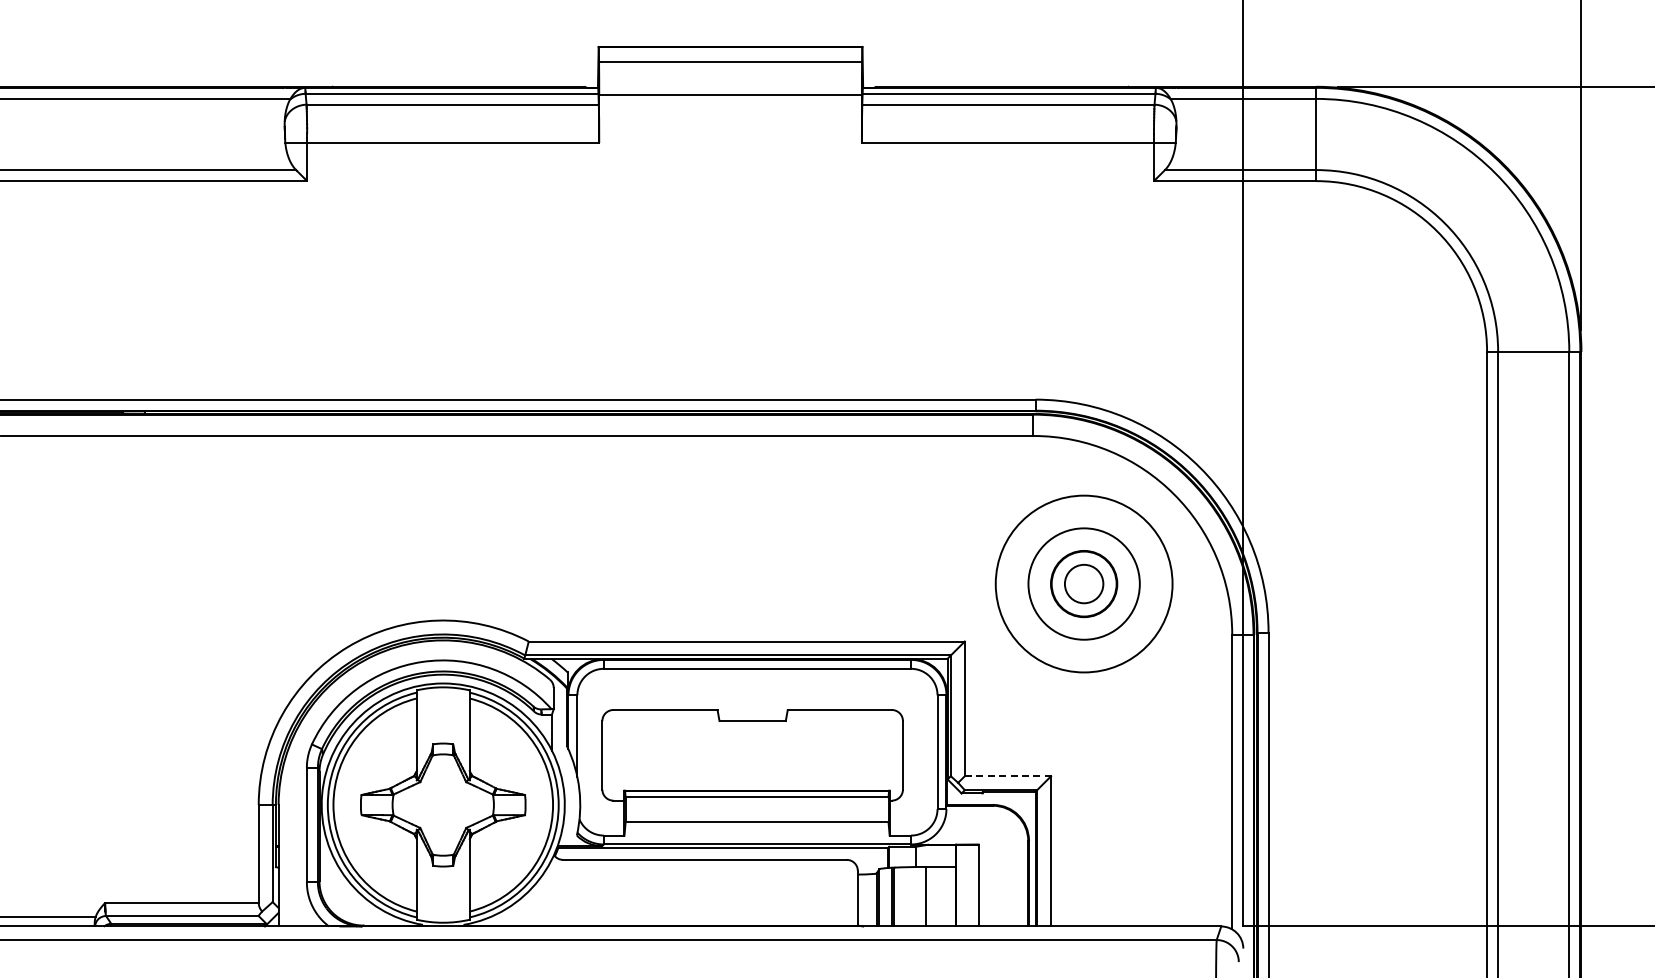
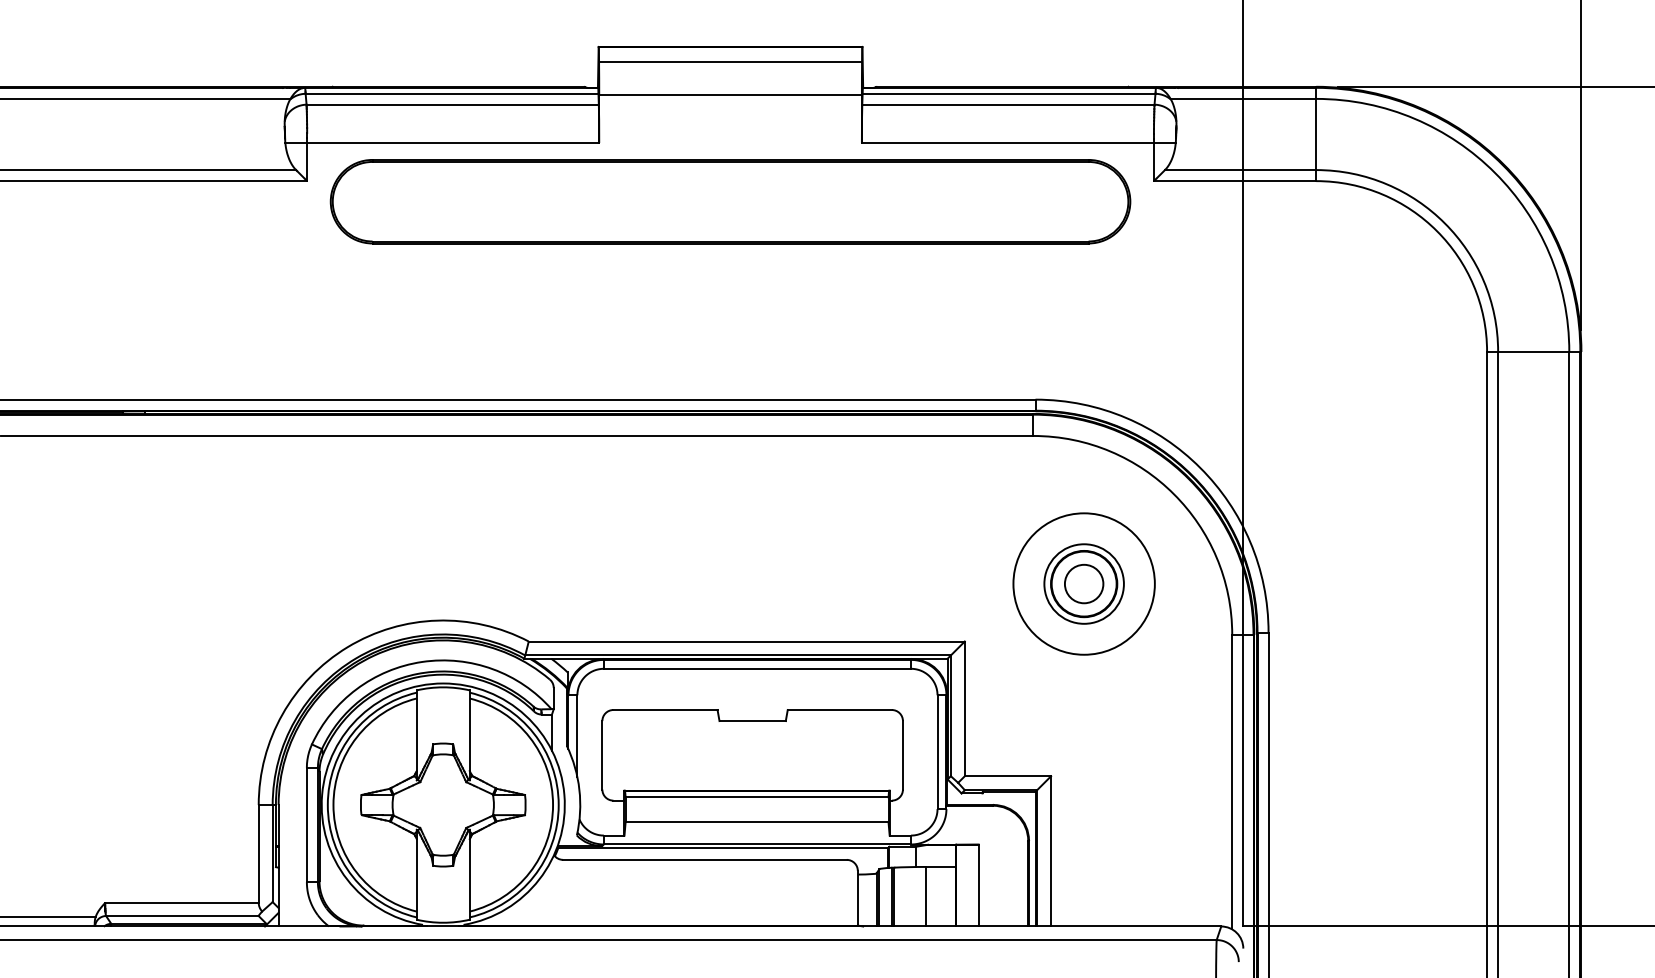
part at (730, 201): none -> present
circle at (1083, 583) diameter: 111 px -> 80 px
circle at (1083, 583) diameter: 177 px -> 141 px
line at (1008, 776): dashed -> solid
